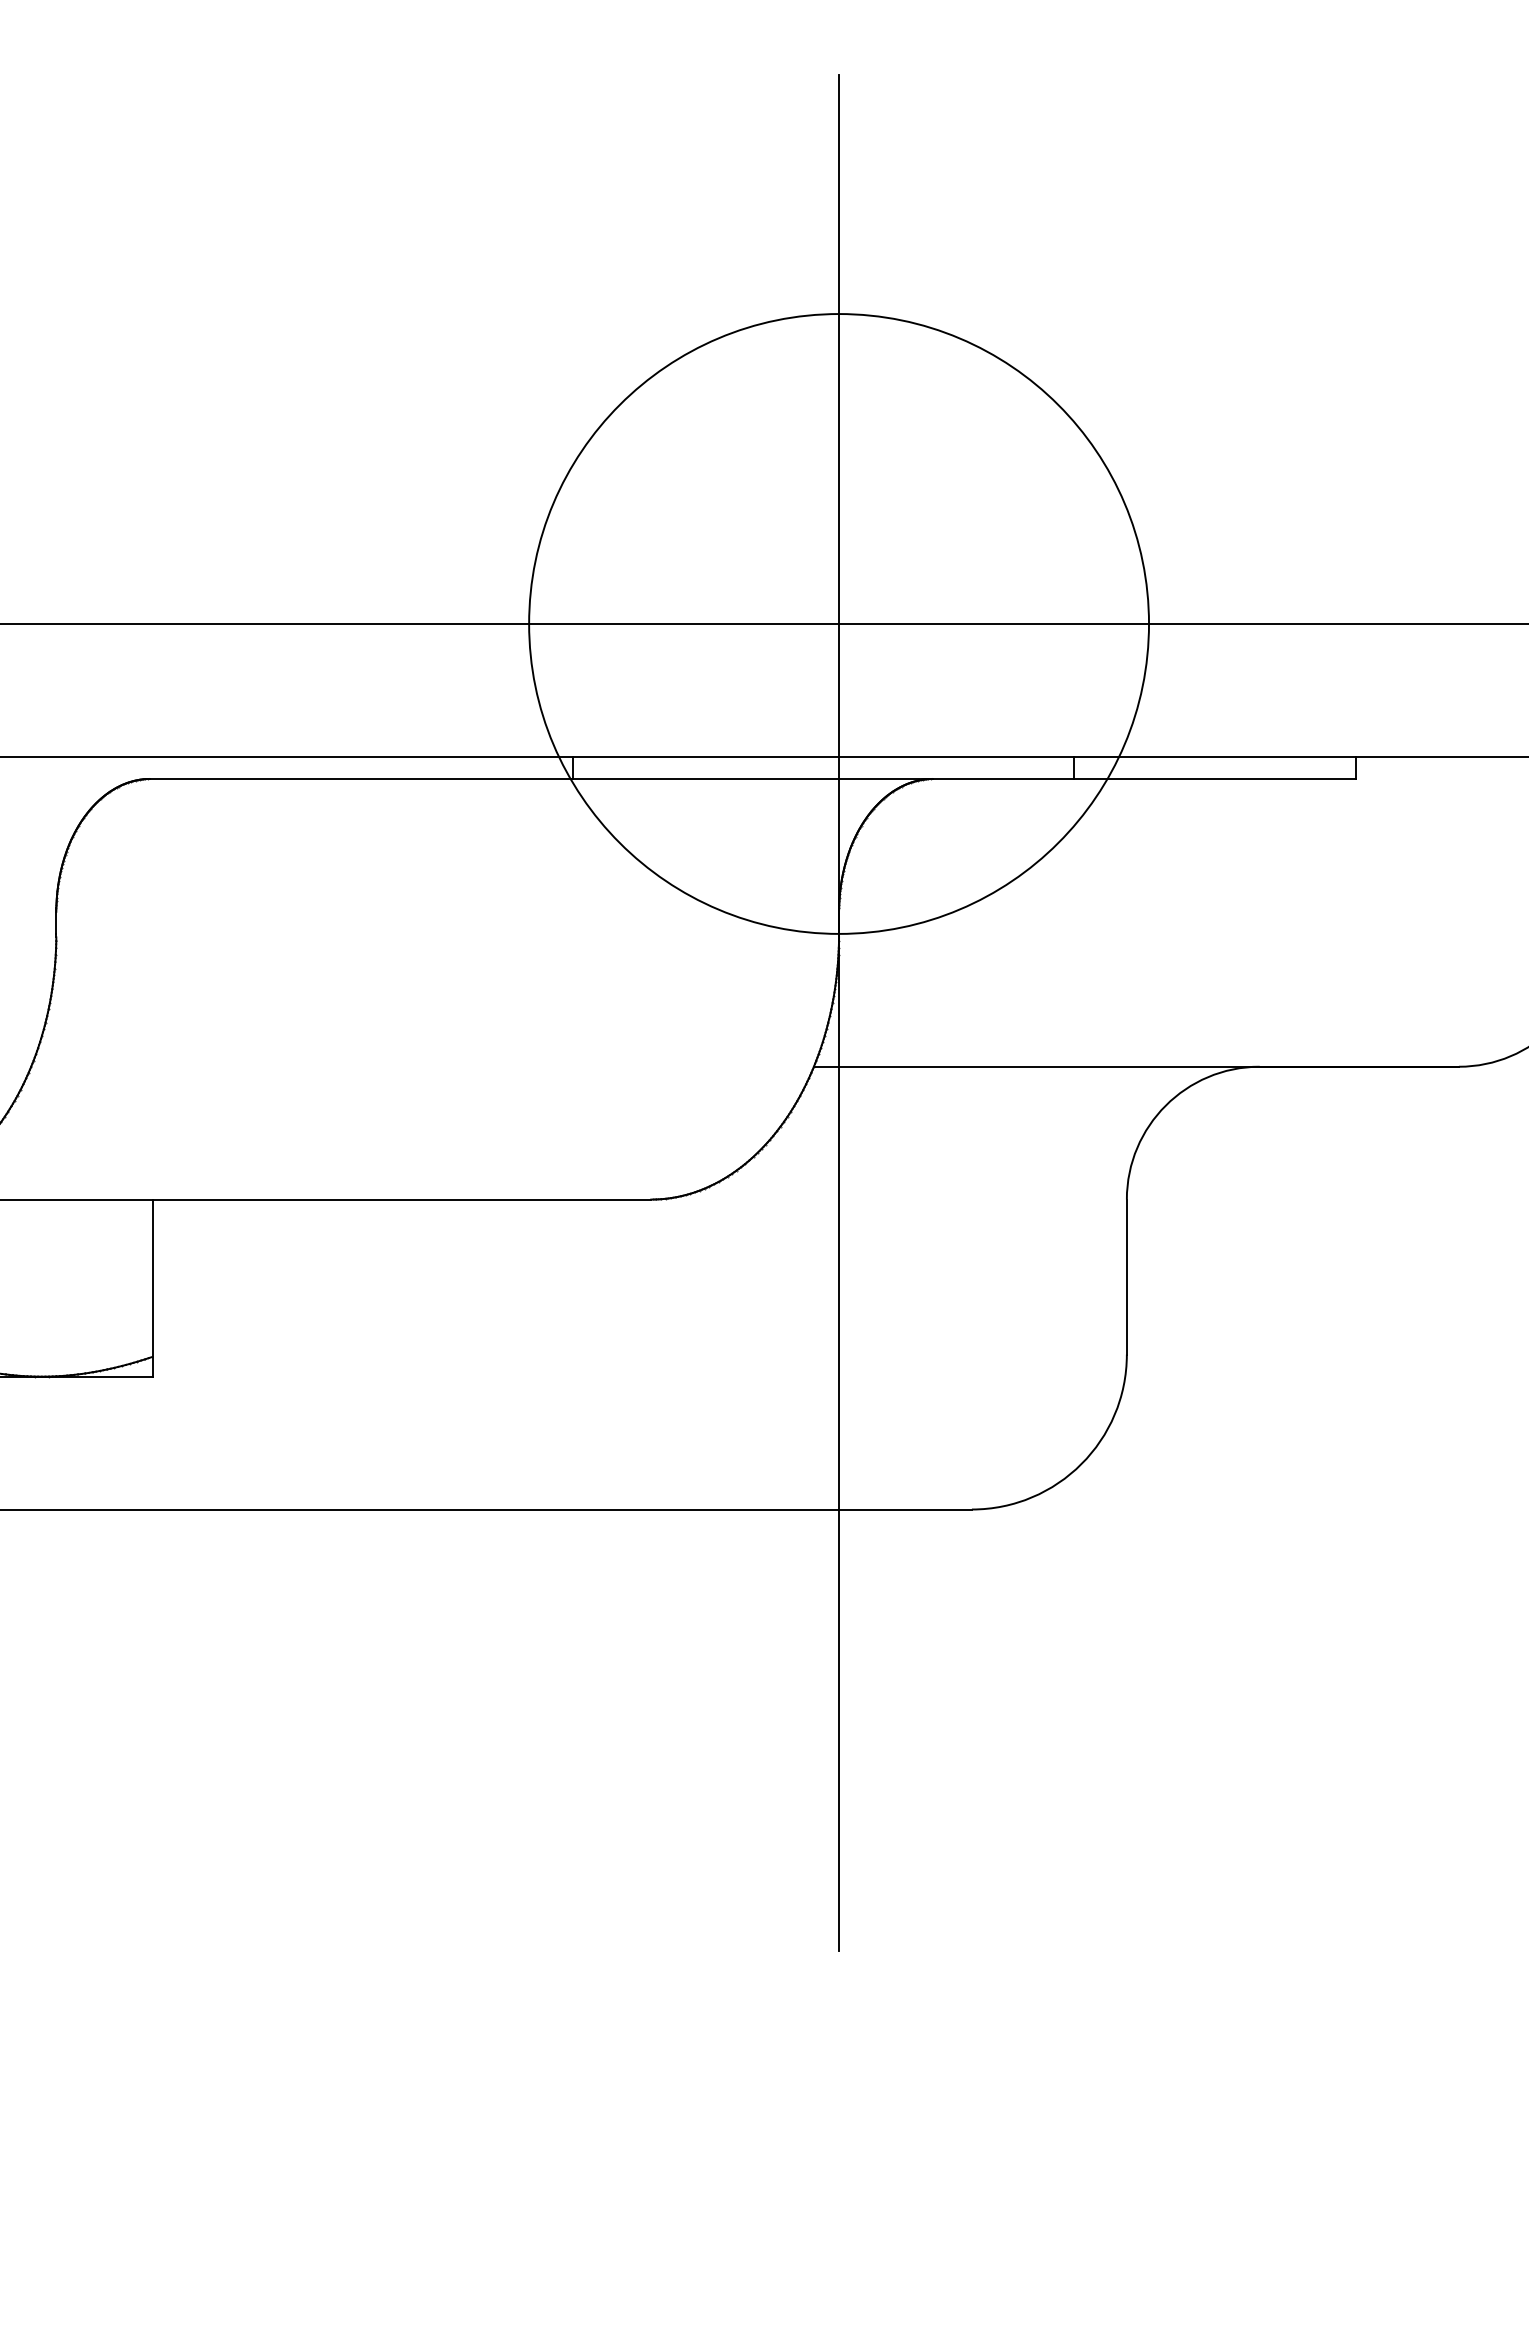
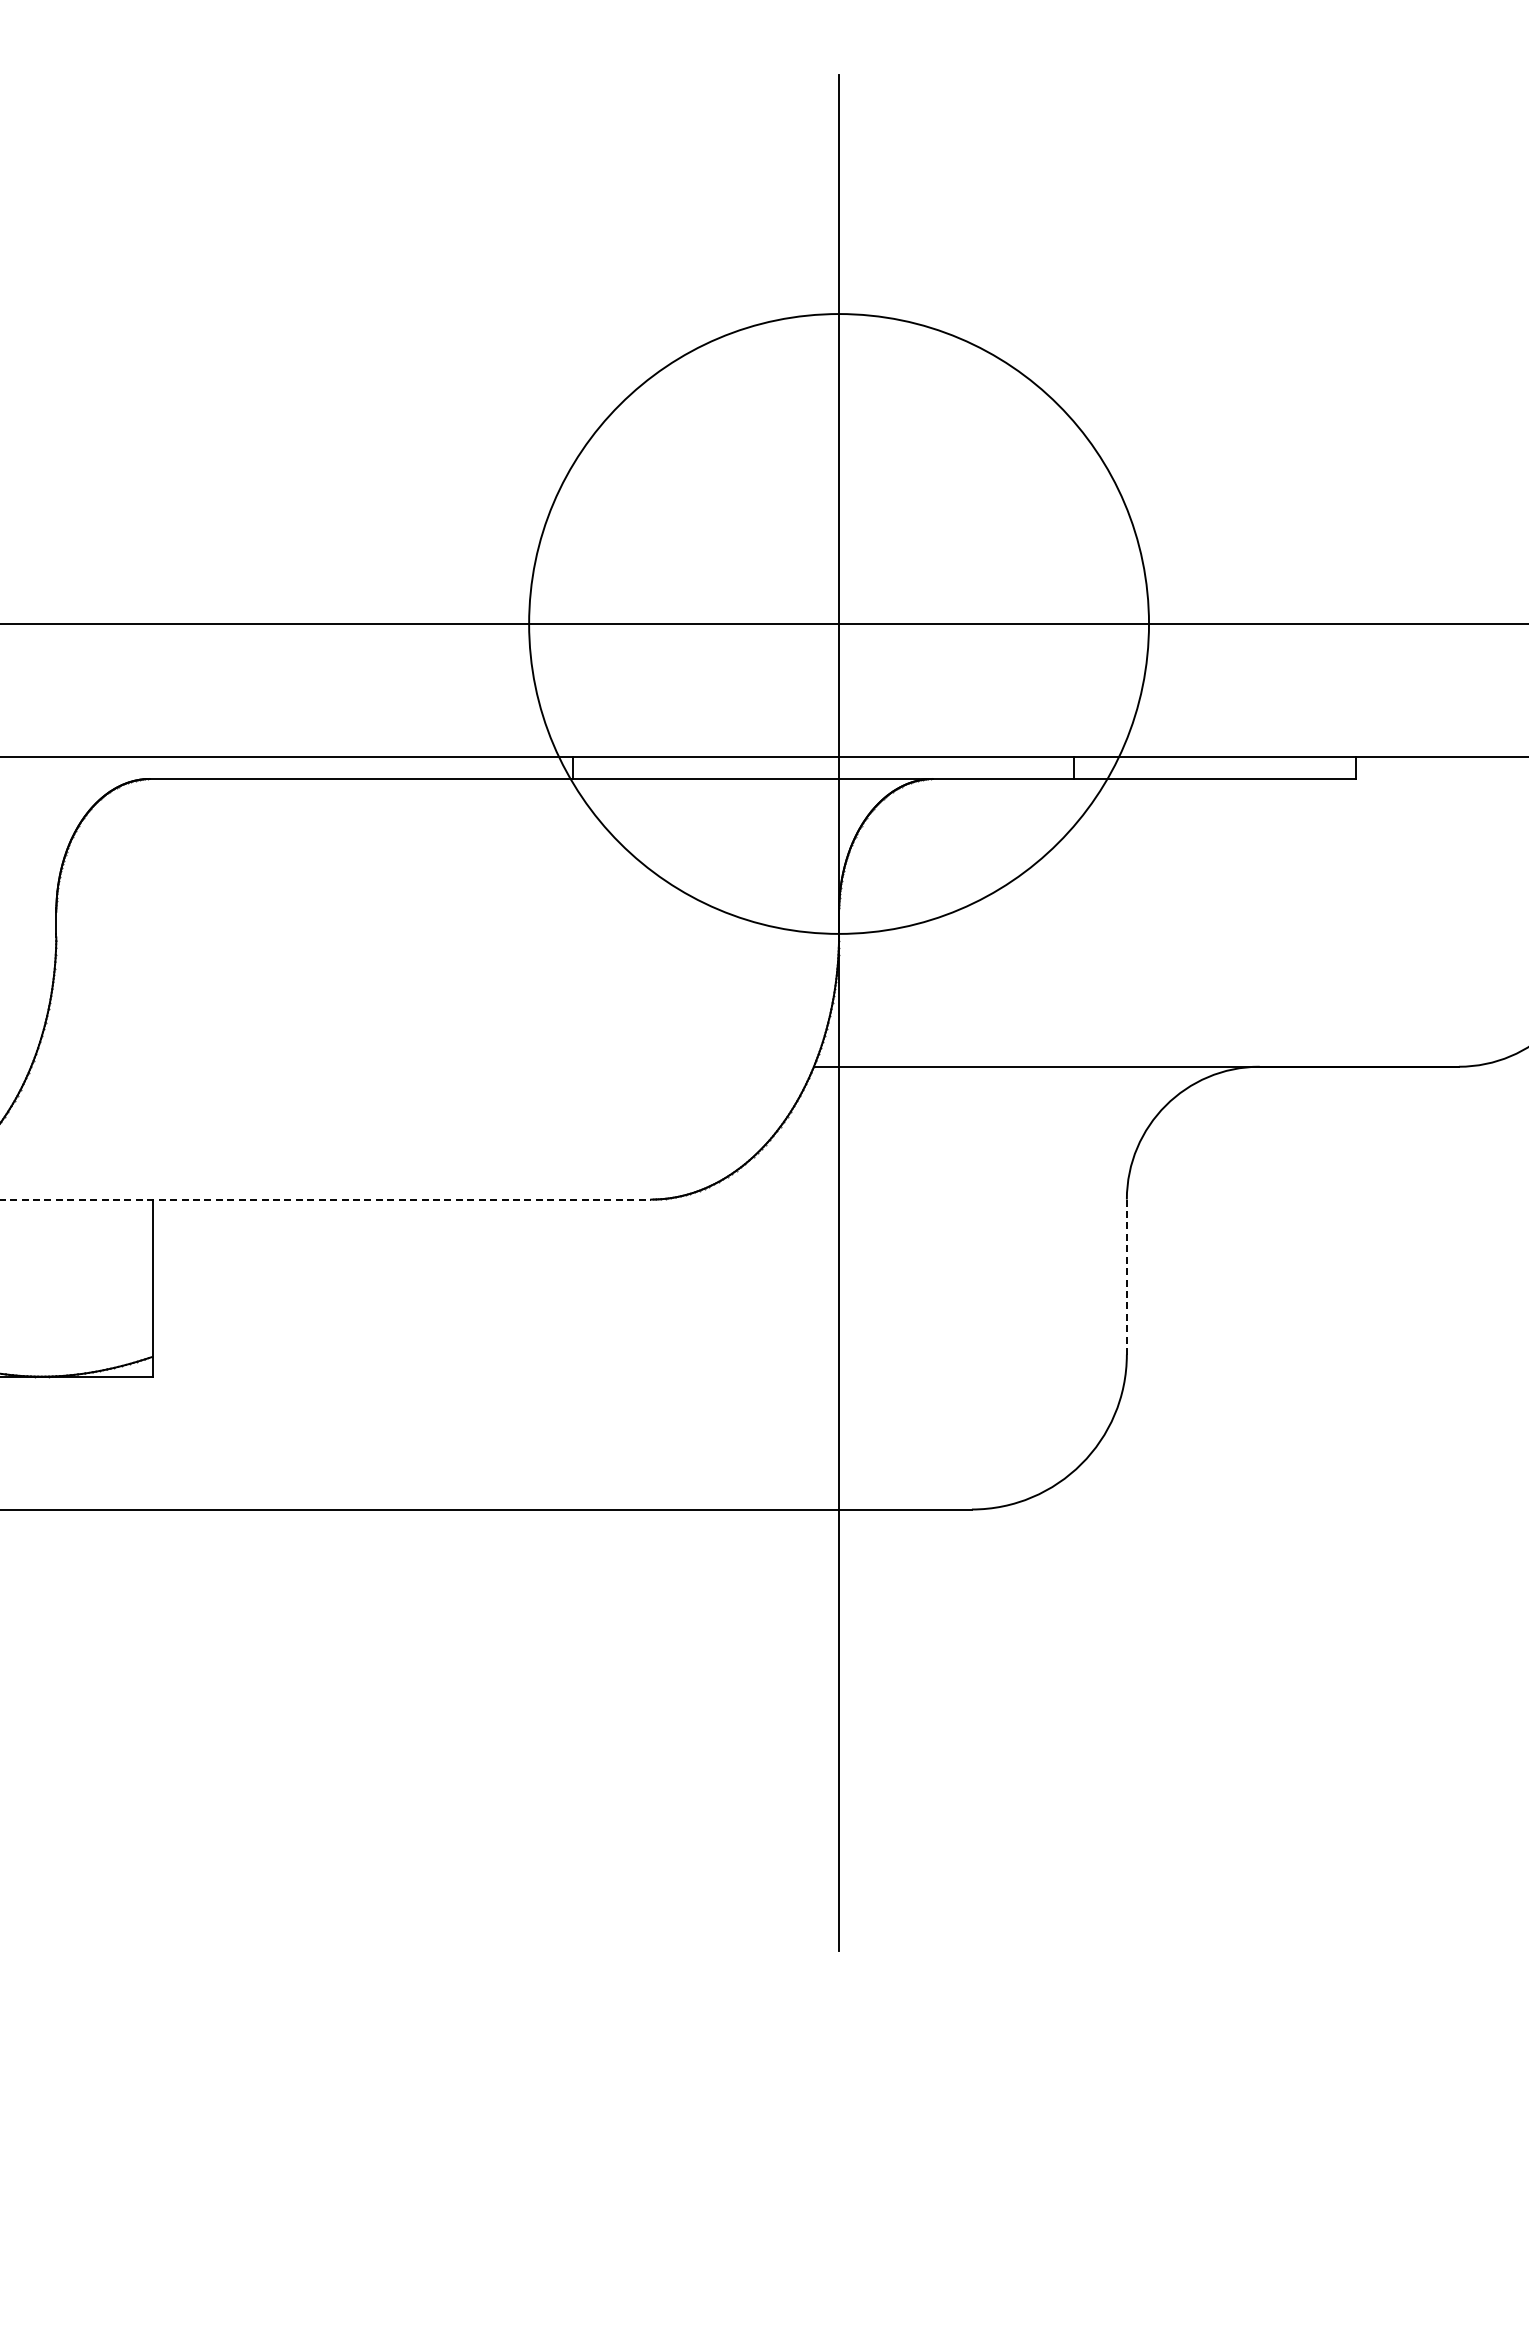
line at (326, 1199): solid -> dashed
line at (1126, 1277): solid -> dashed
